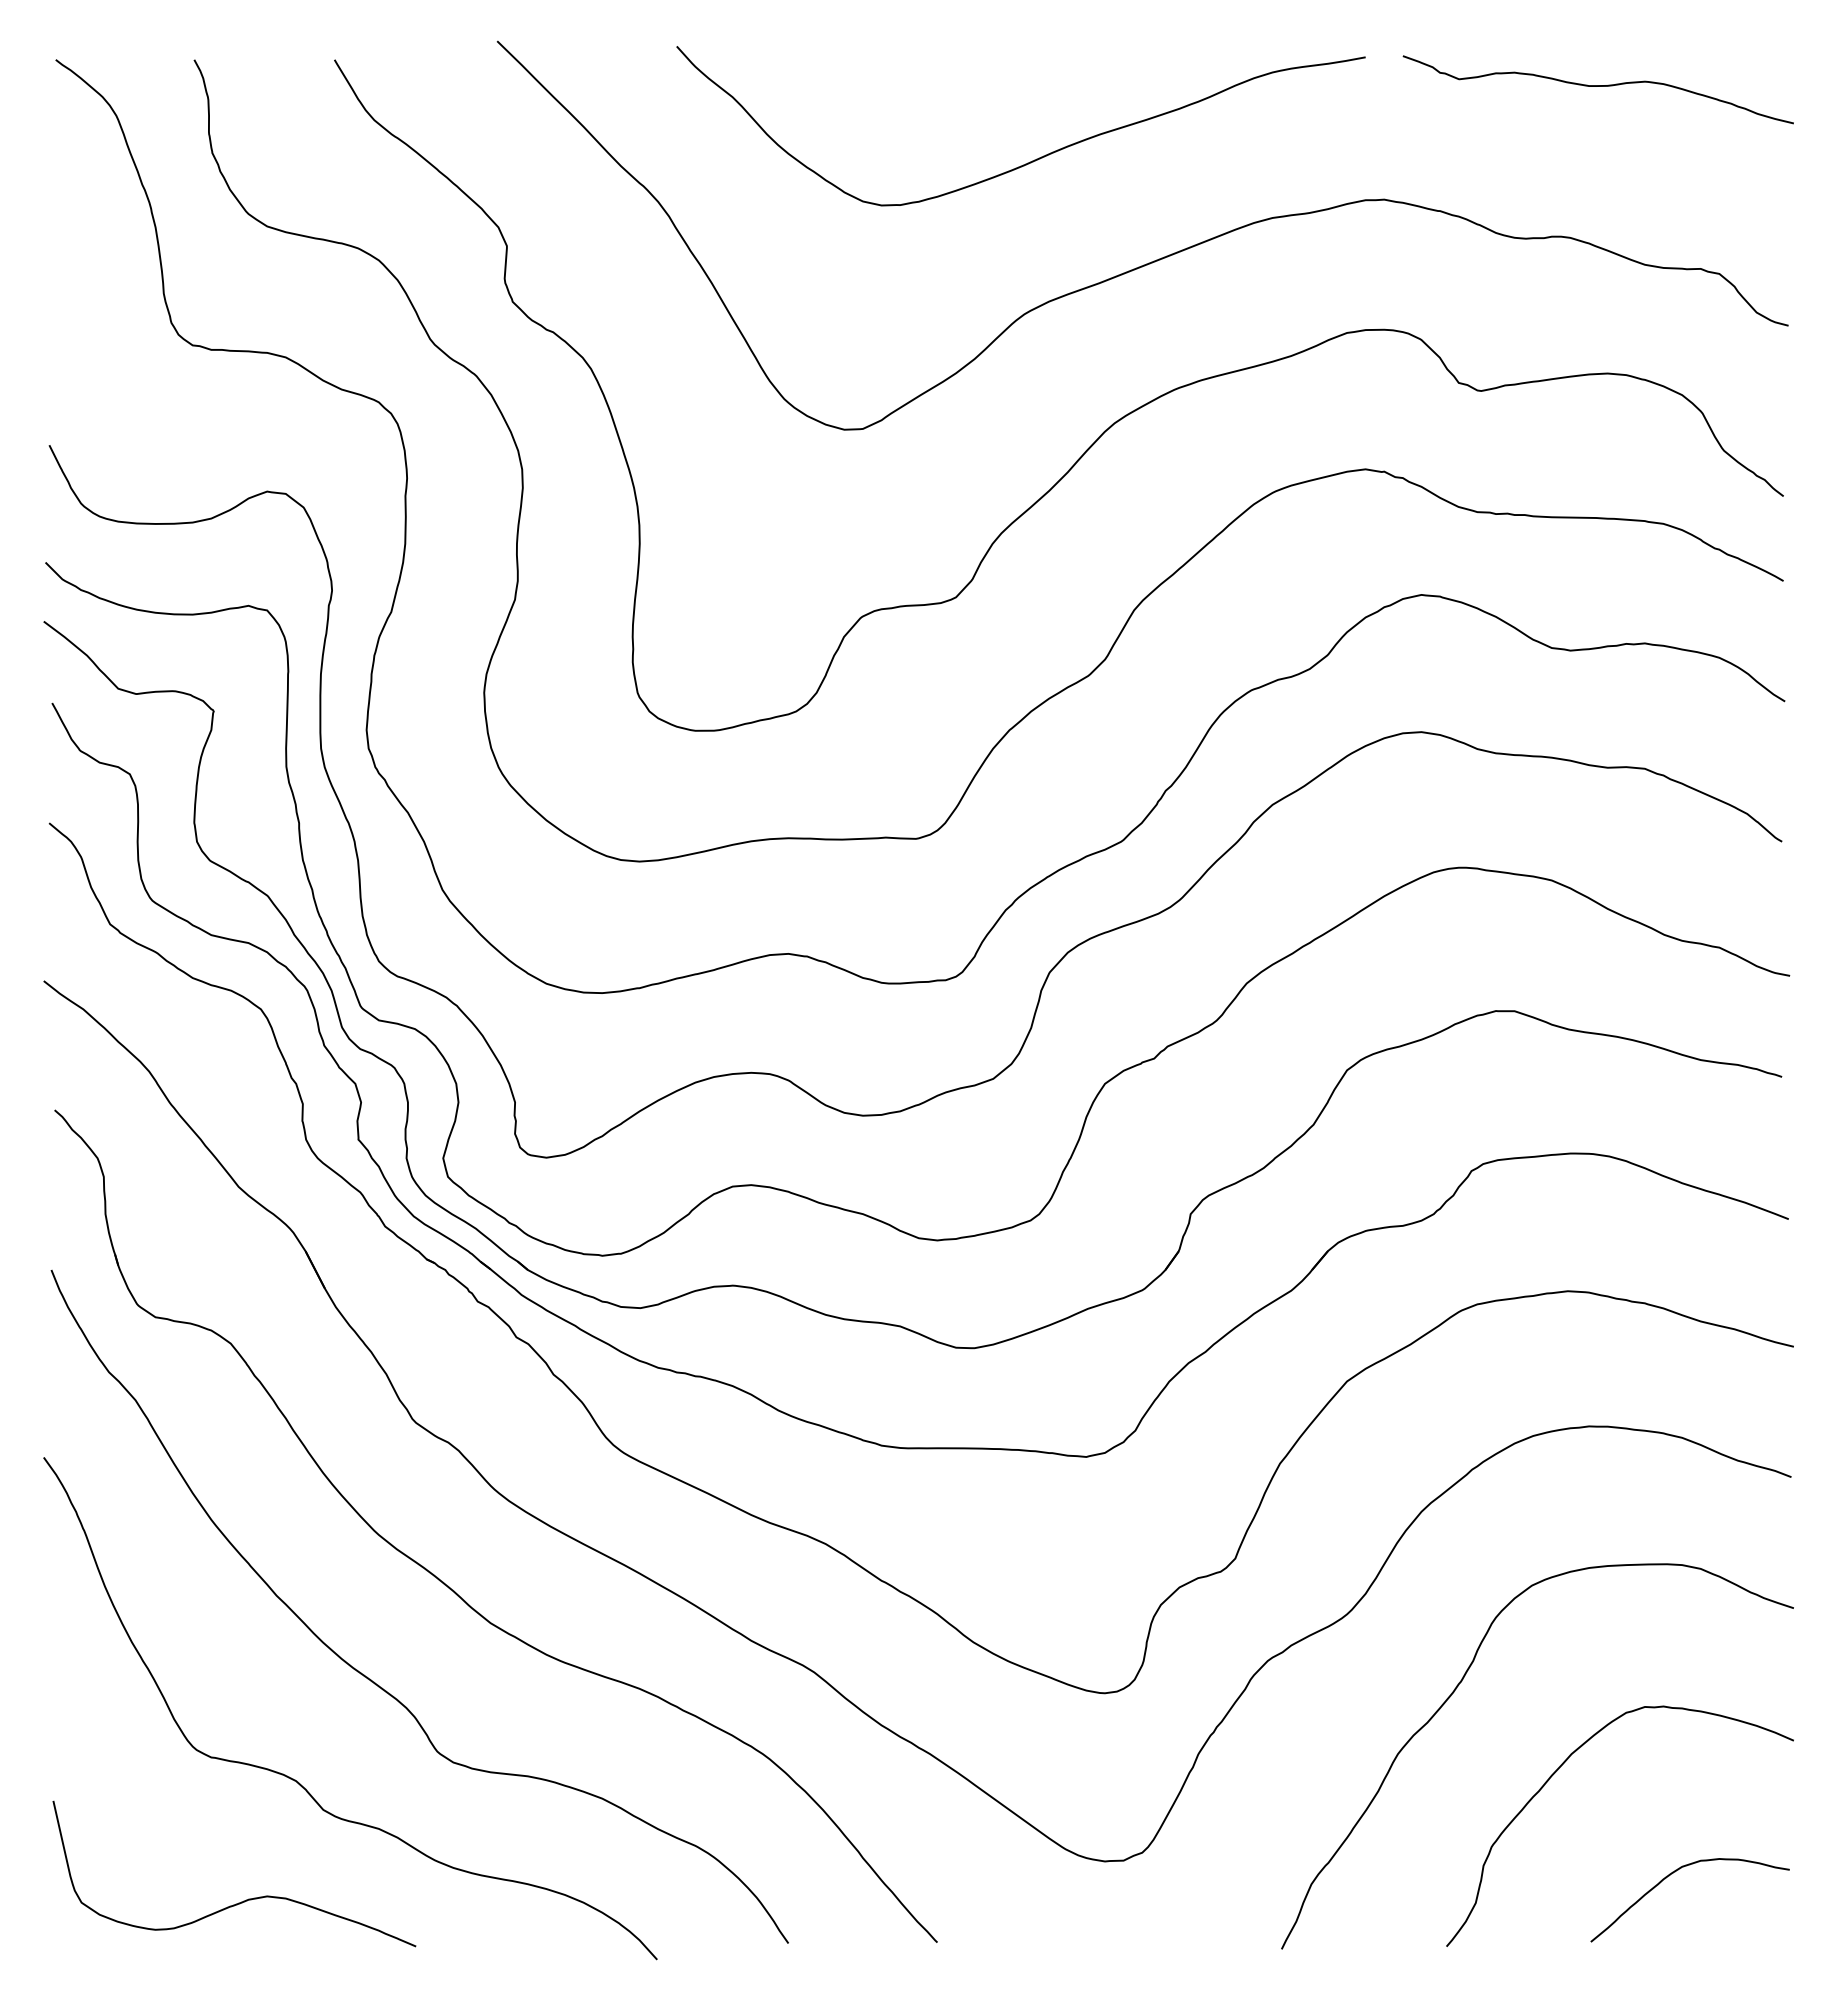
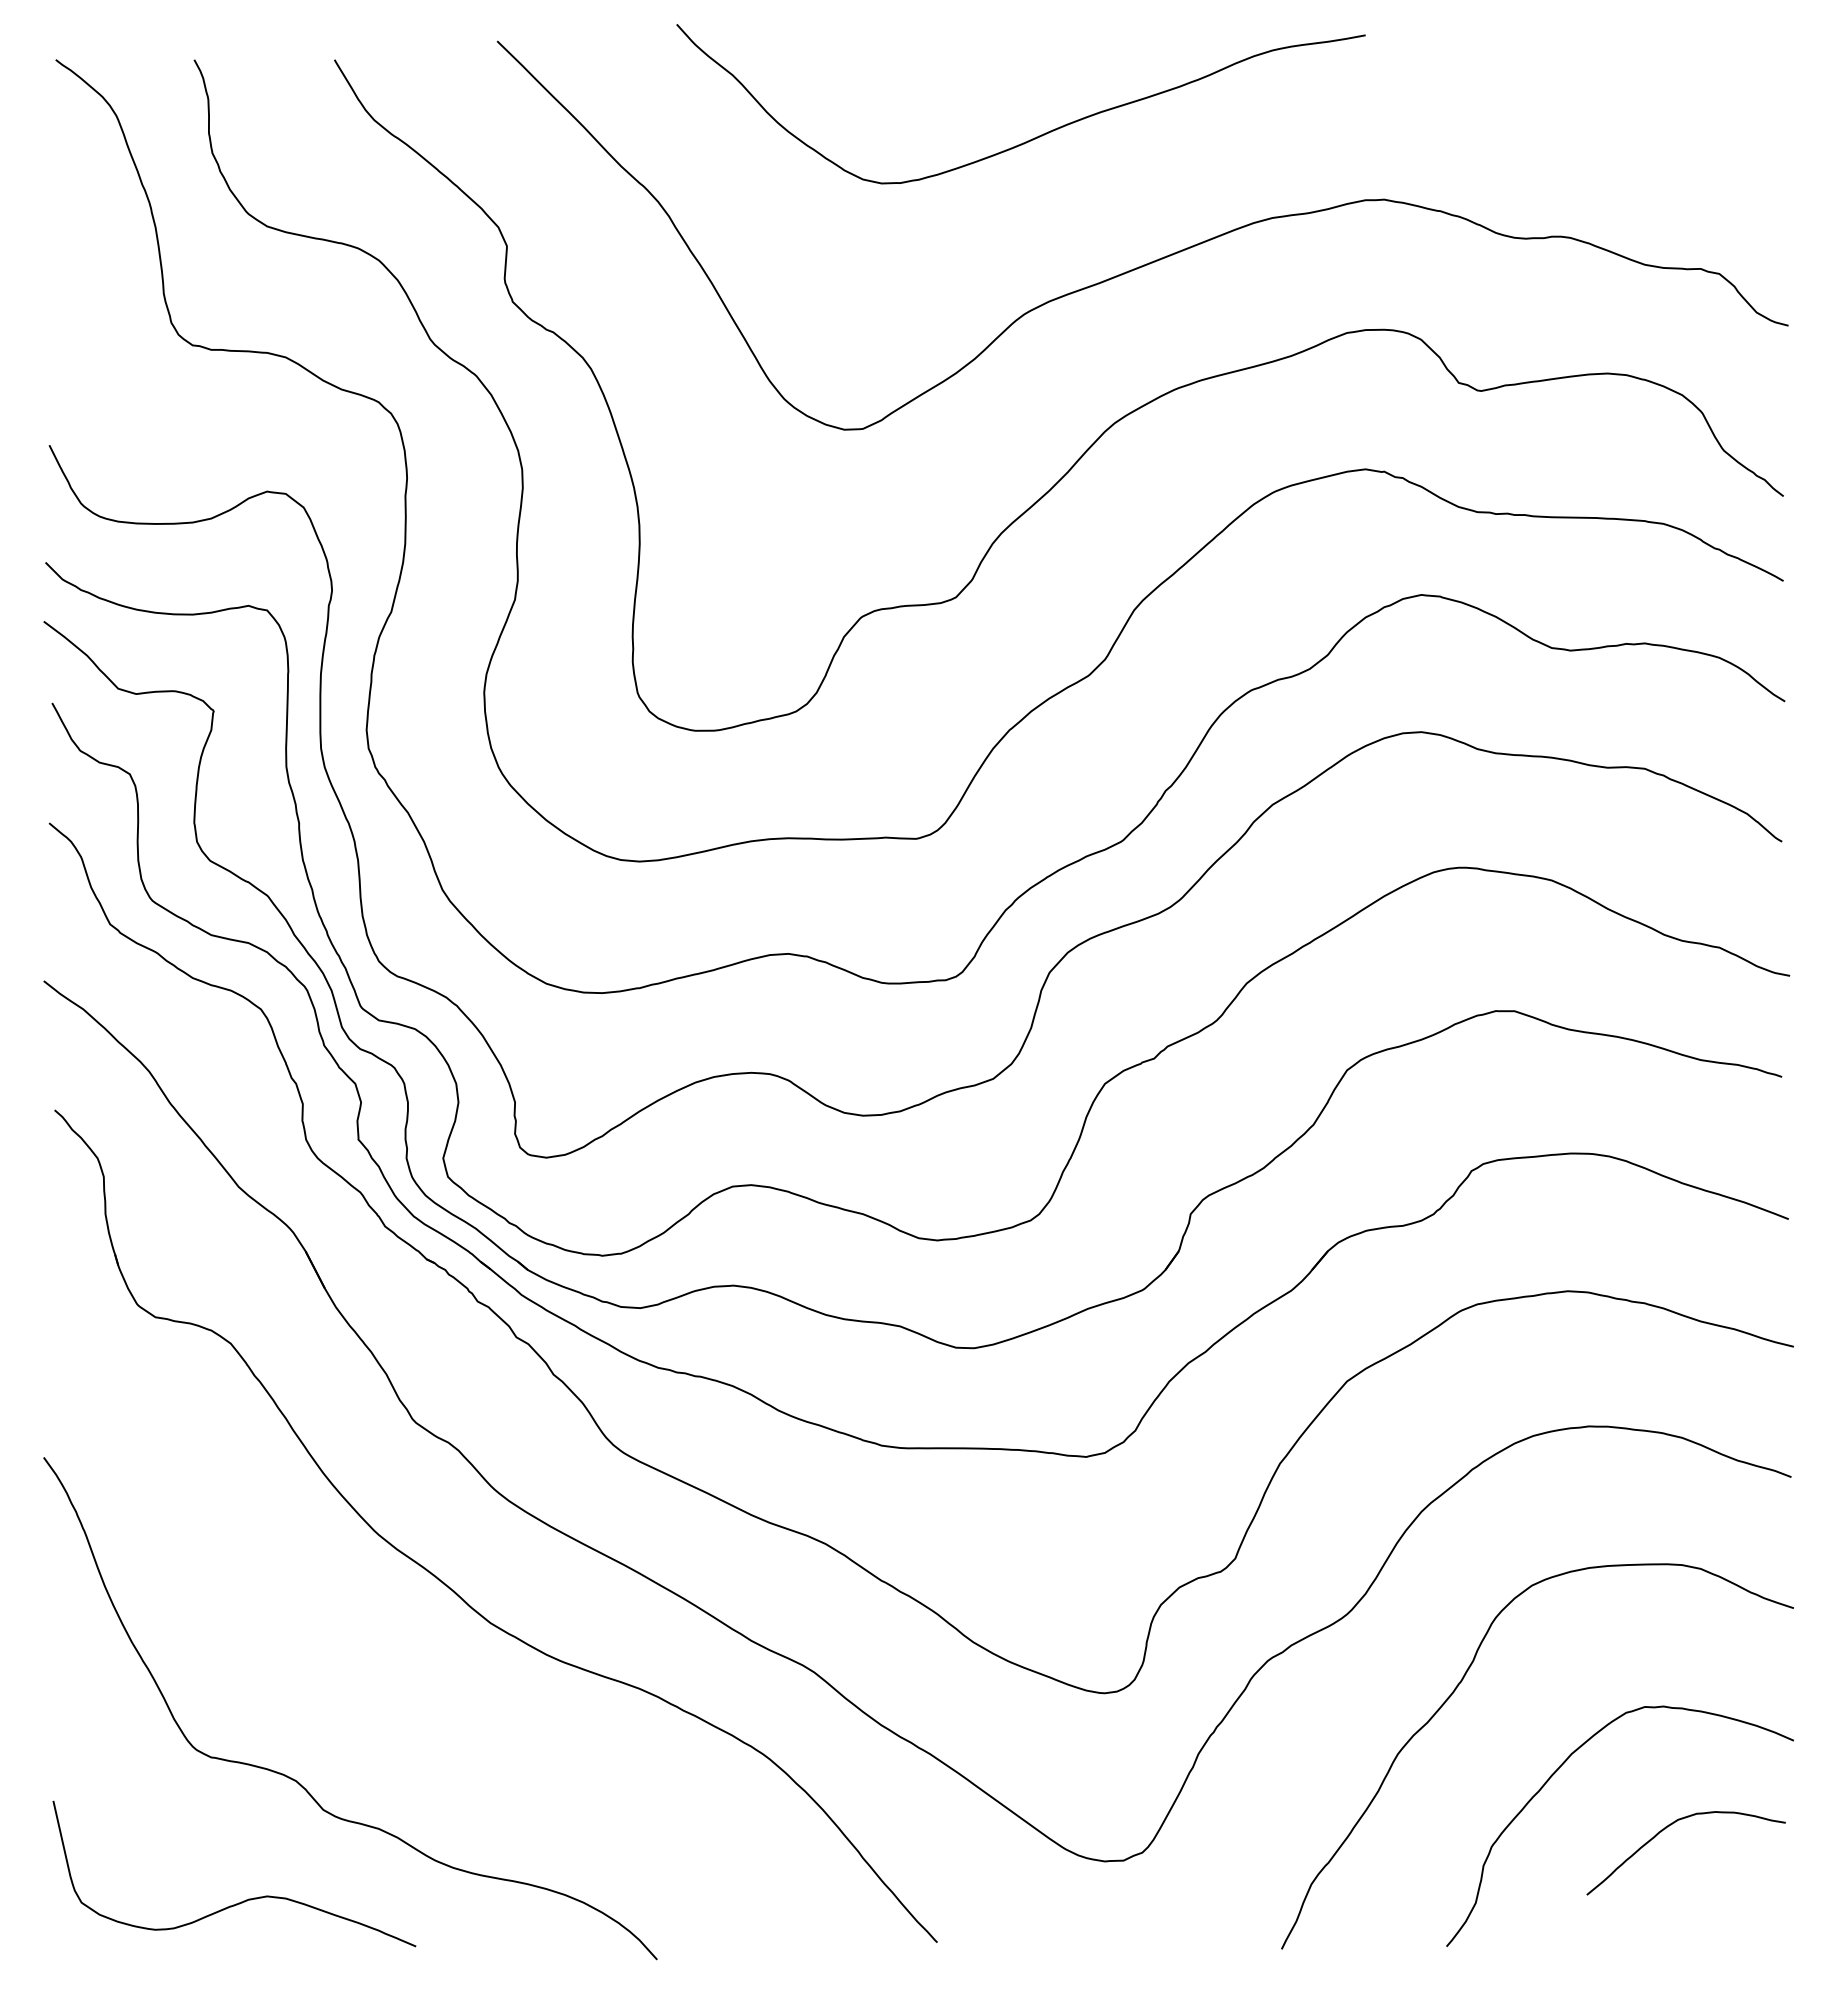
curve at (1597, 86): present -> none
curve at (1036, 158) position: (1036, 158) -> (1036, 136)
curve at (367, 1676): present -> none
curve at (1669, 1876) position: (1669, 1876) -> (1665, 1829)
